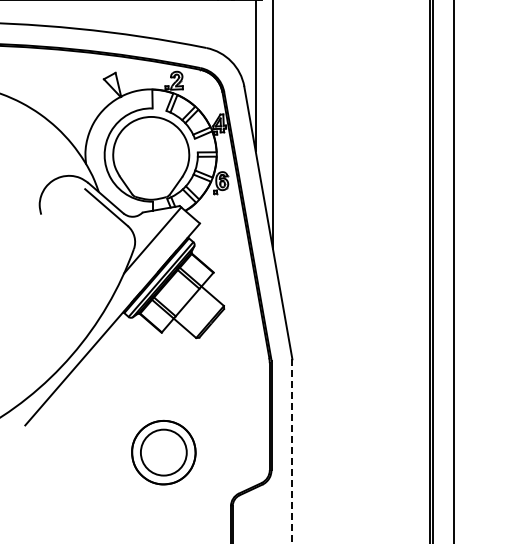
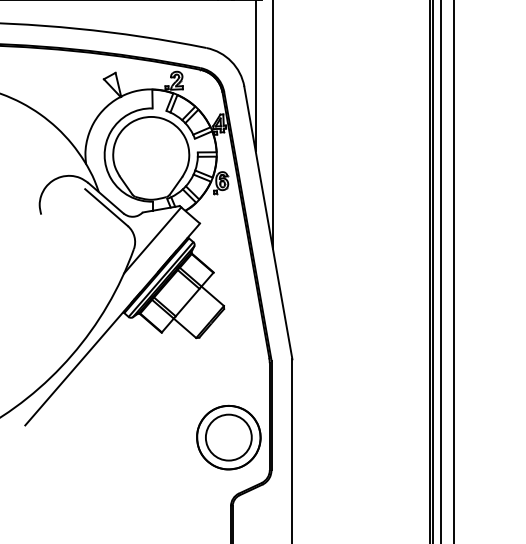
line at (440, 271): none -> present
line at (292, 451): dashed -> solid
part at (163, 452) position: (163, 452) -> (228, 437)
